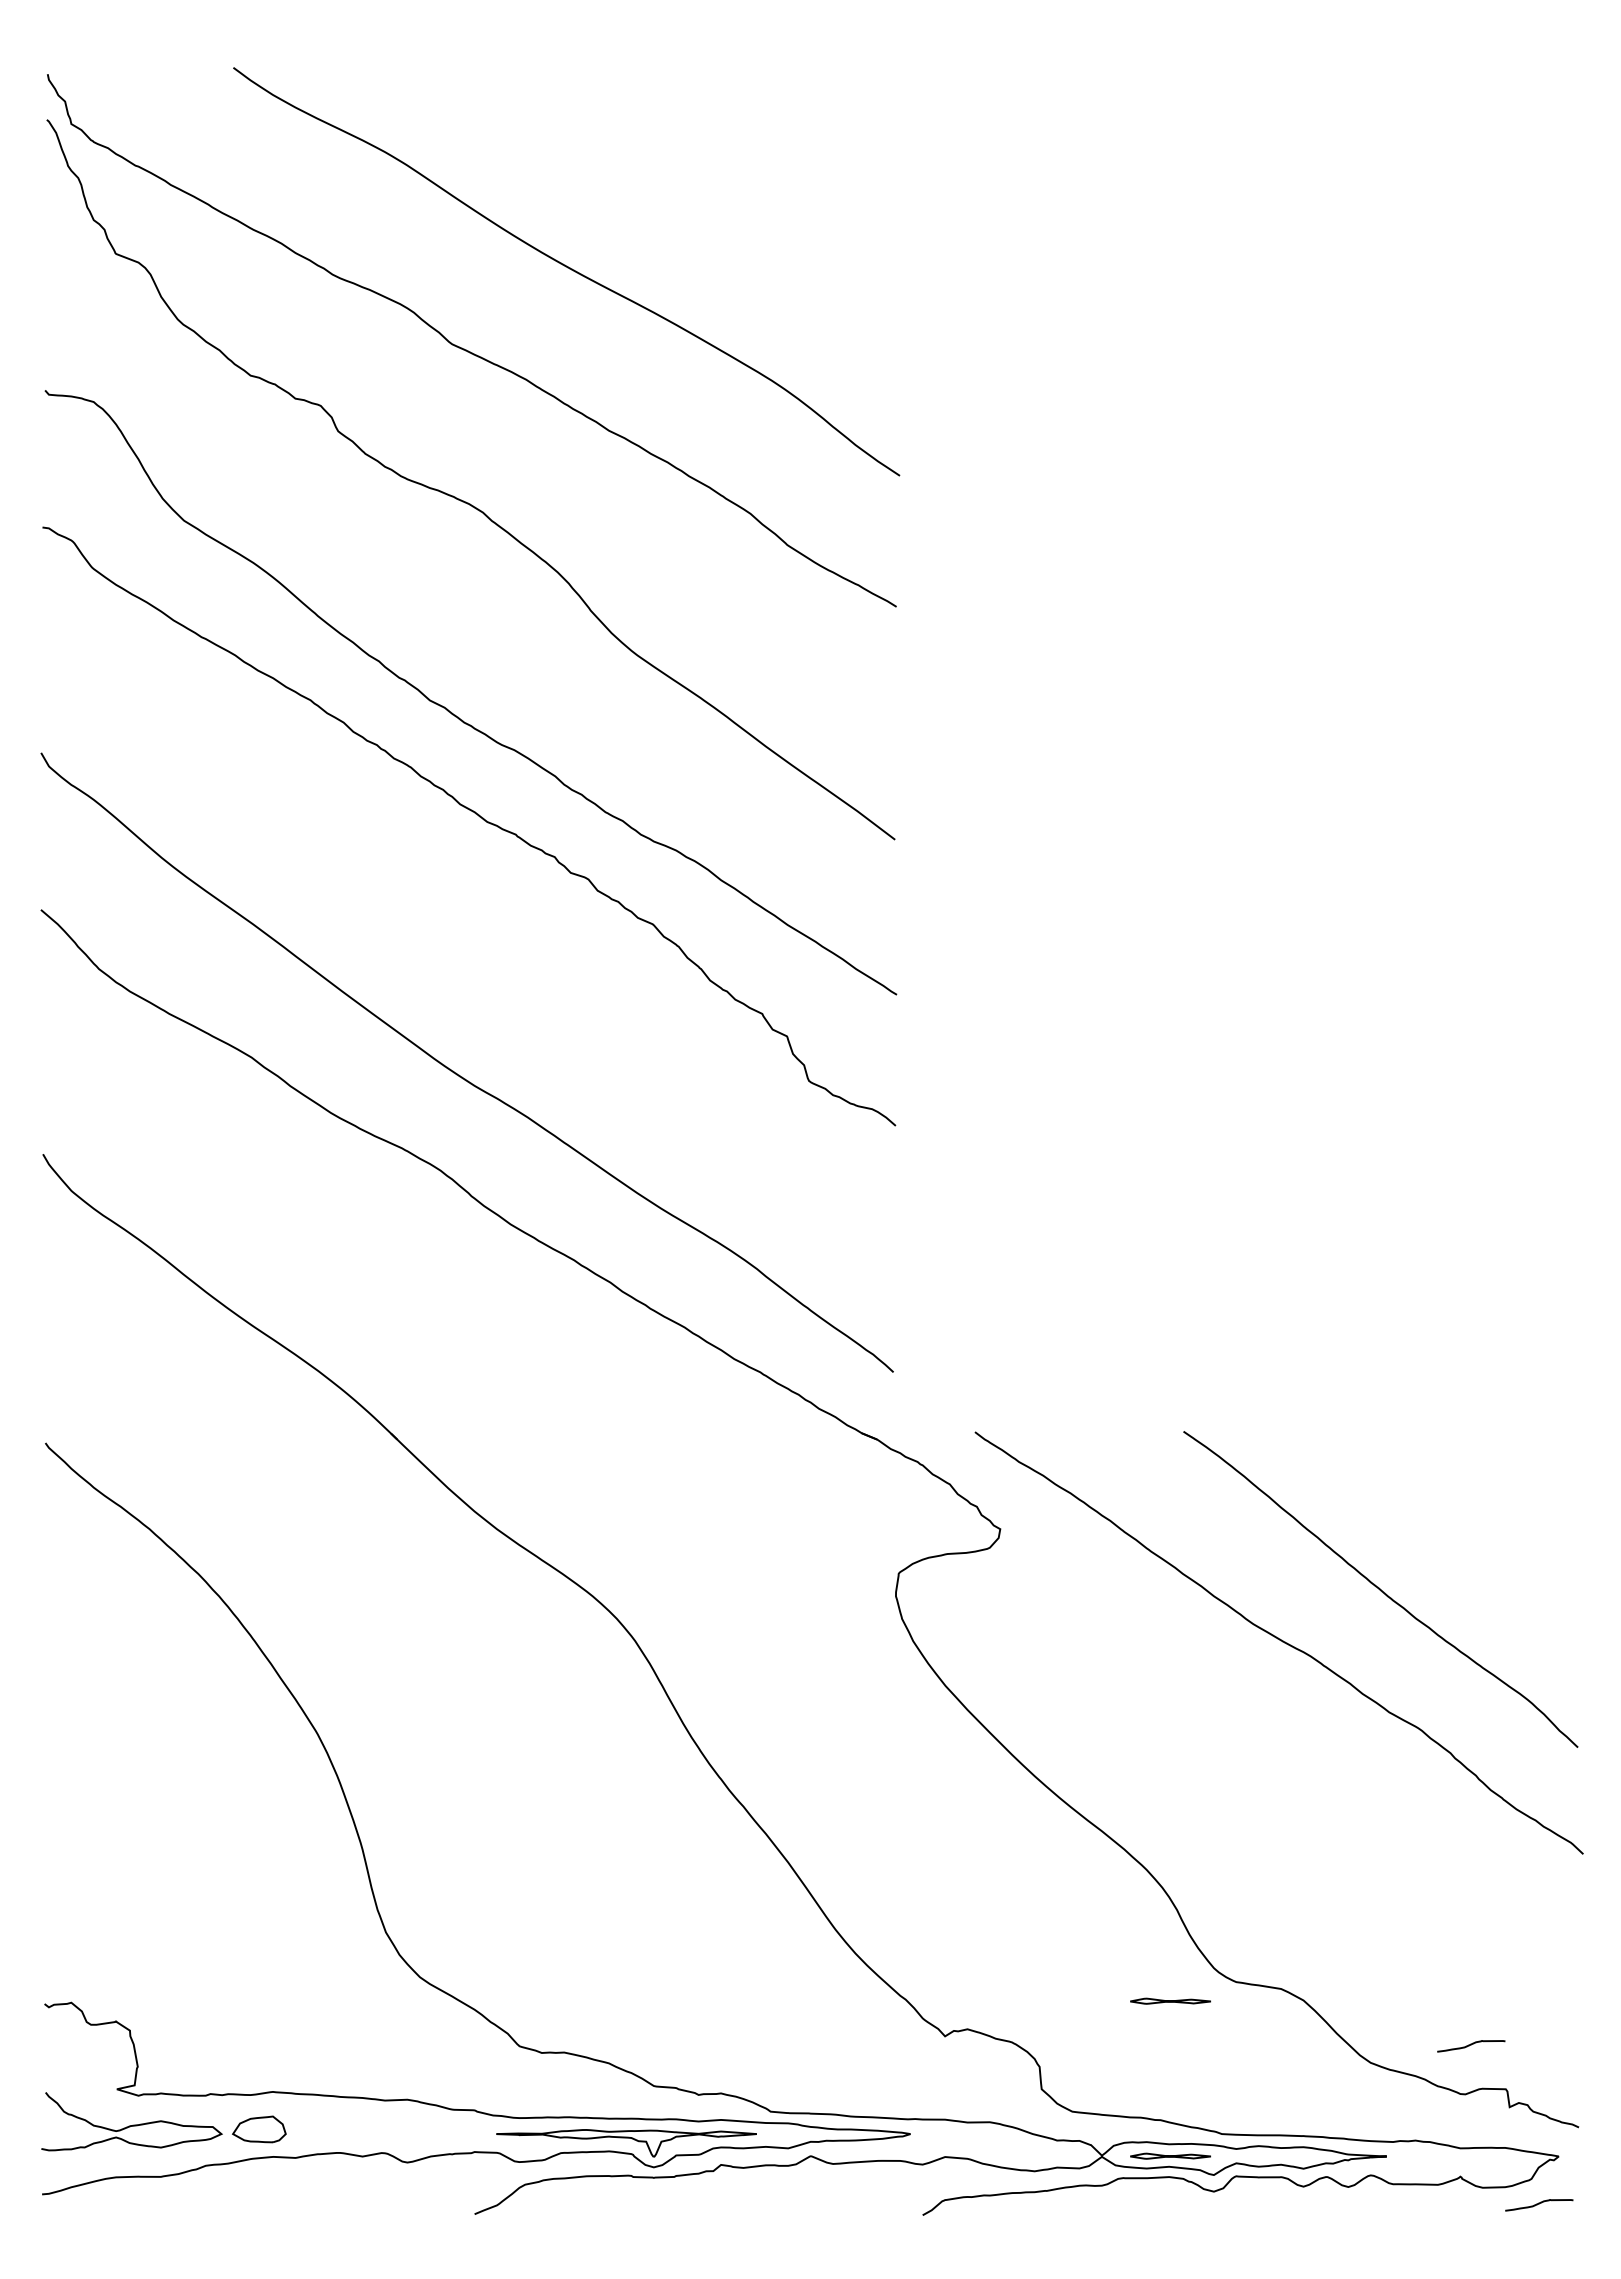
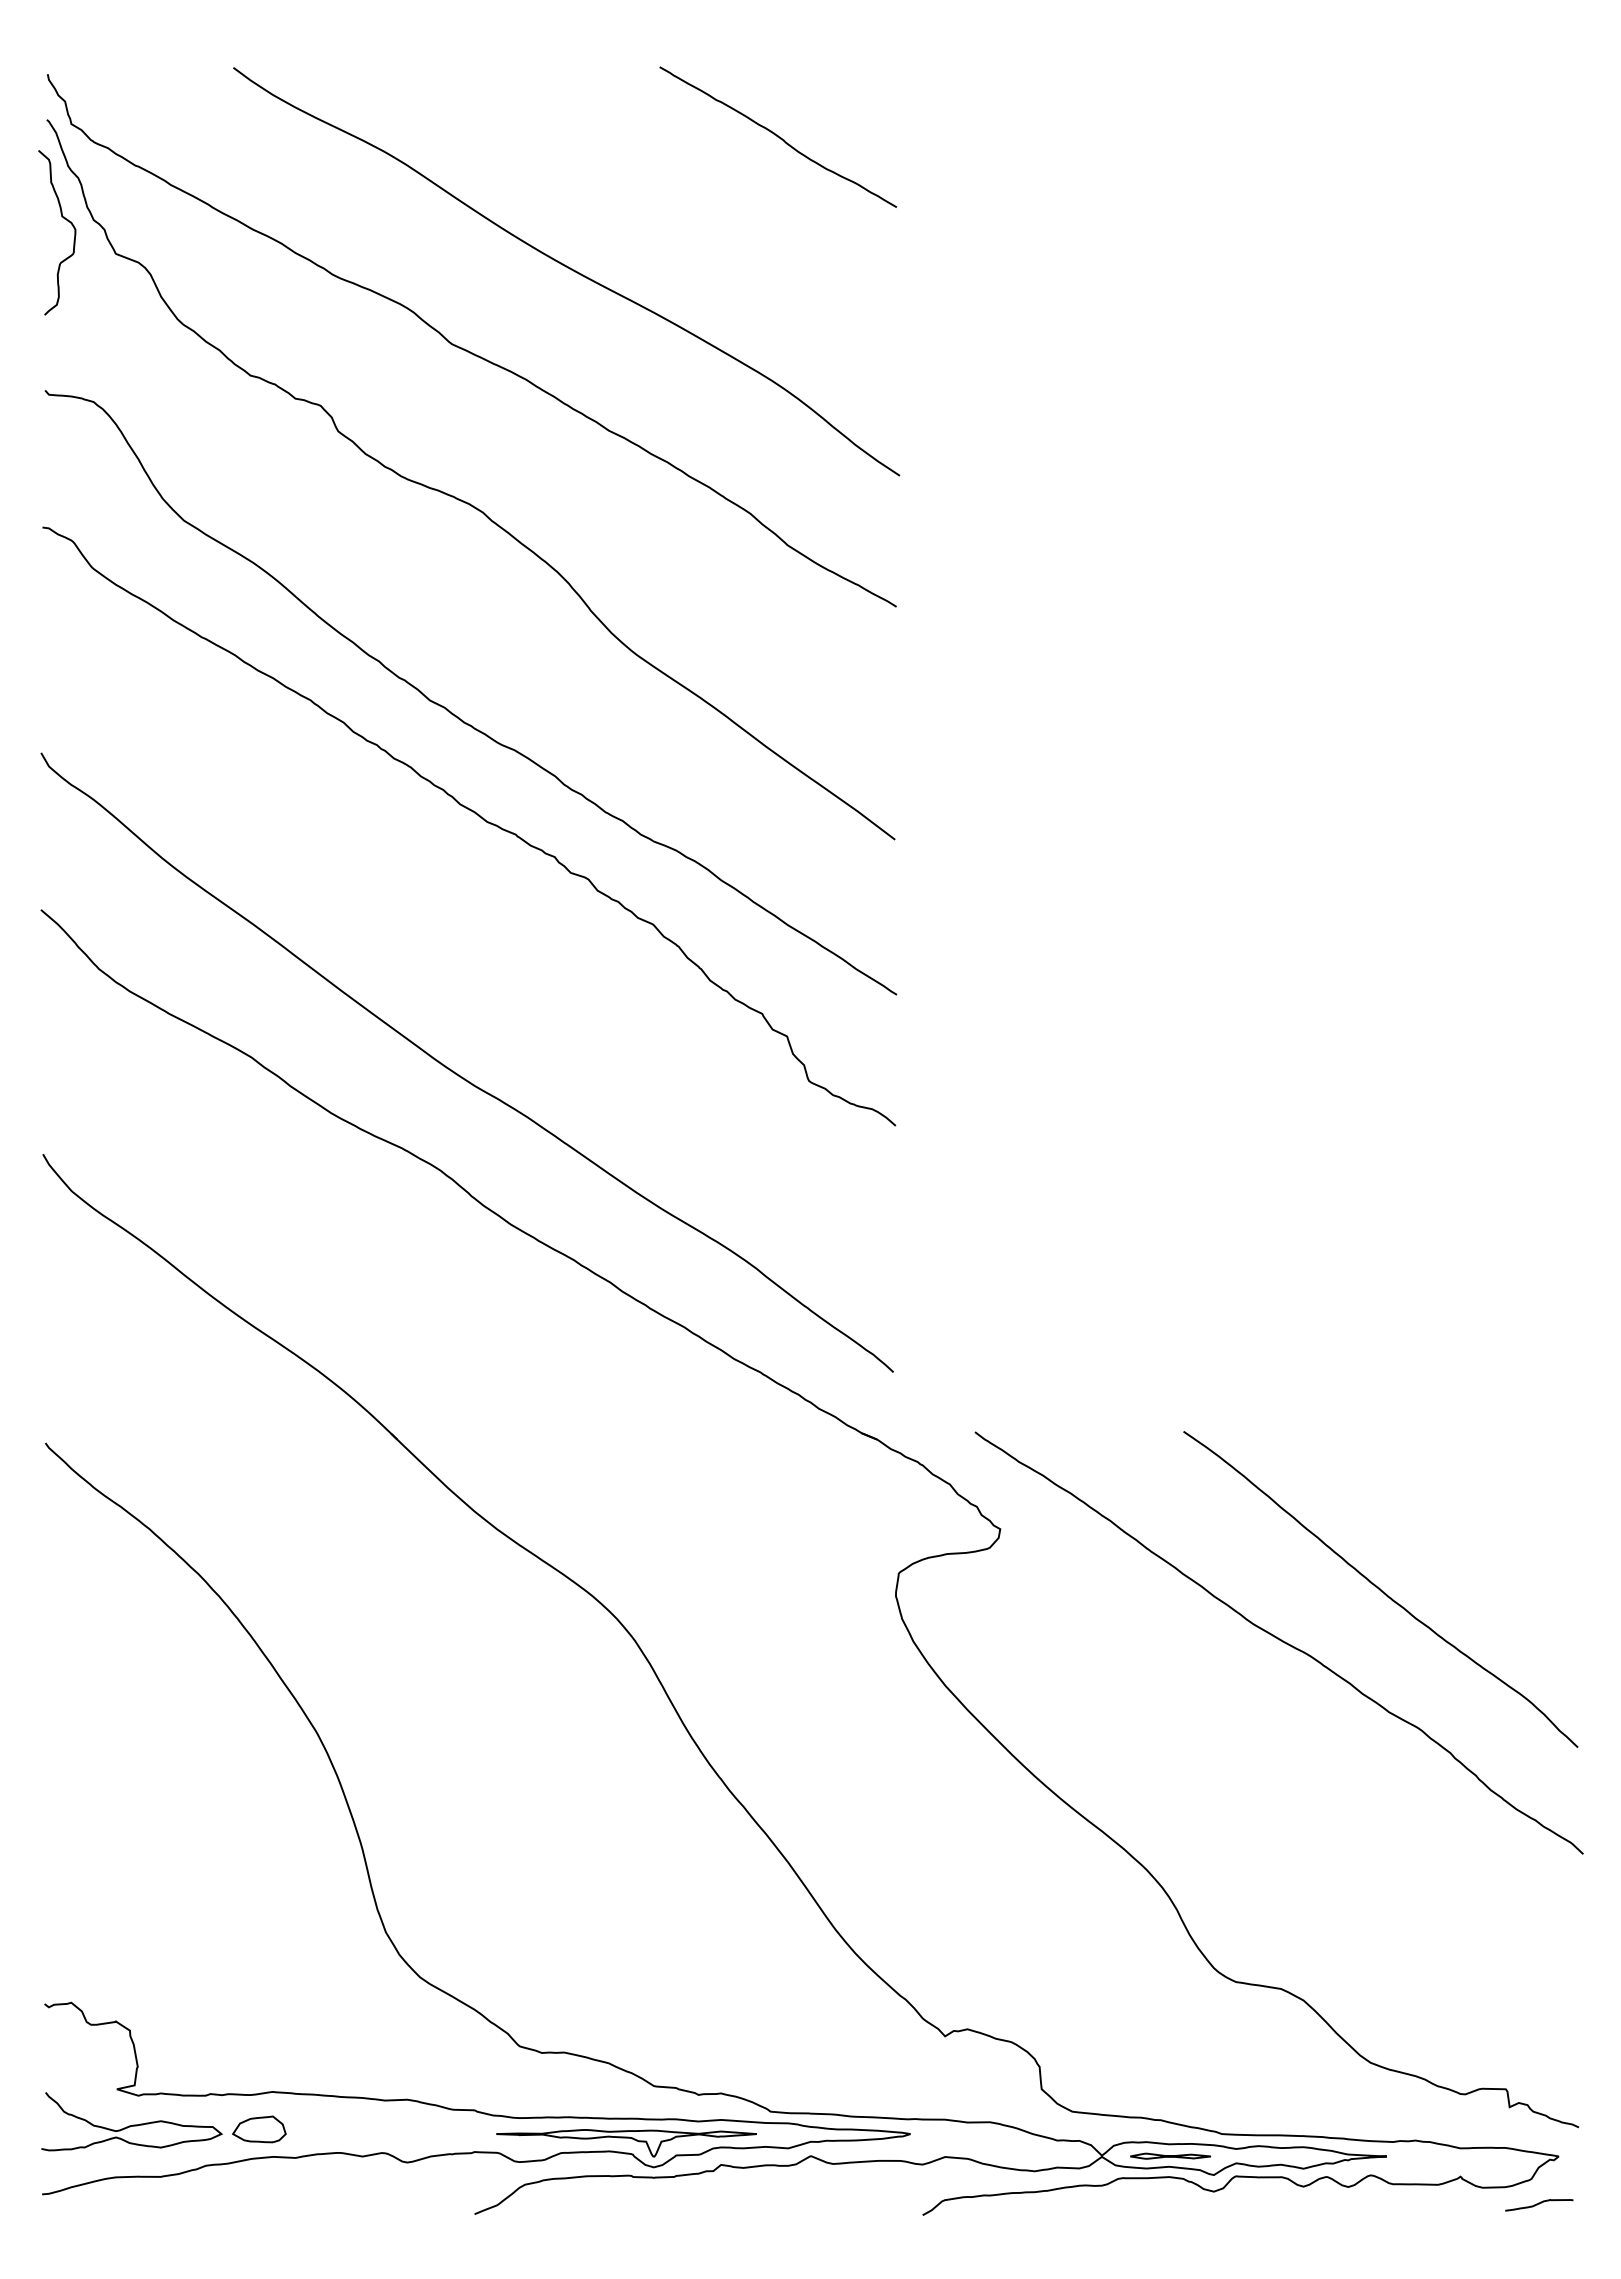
curve at (777, 136): none -> present
curve at (64, 219): none -> present
part at (1170, 2000): present -> none
curve at (1471, 2045): present -> none
